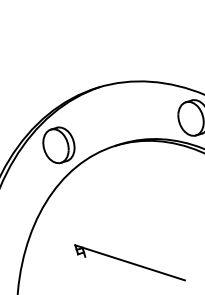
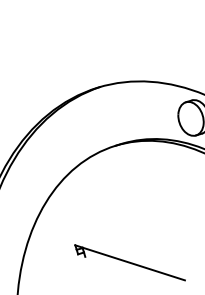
part at (58, 145): present -> none
